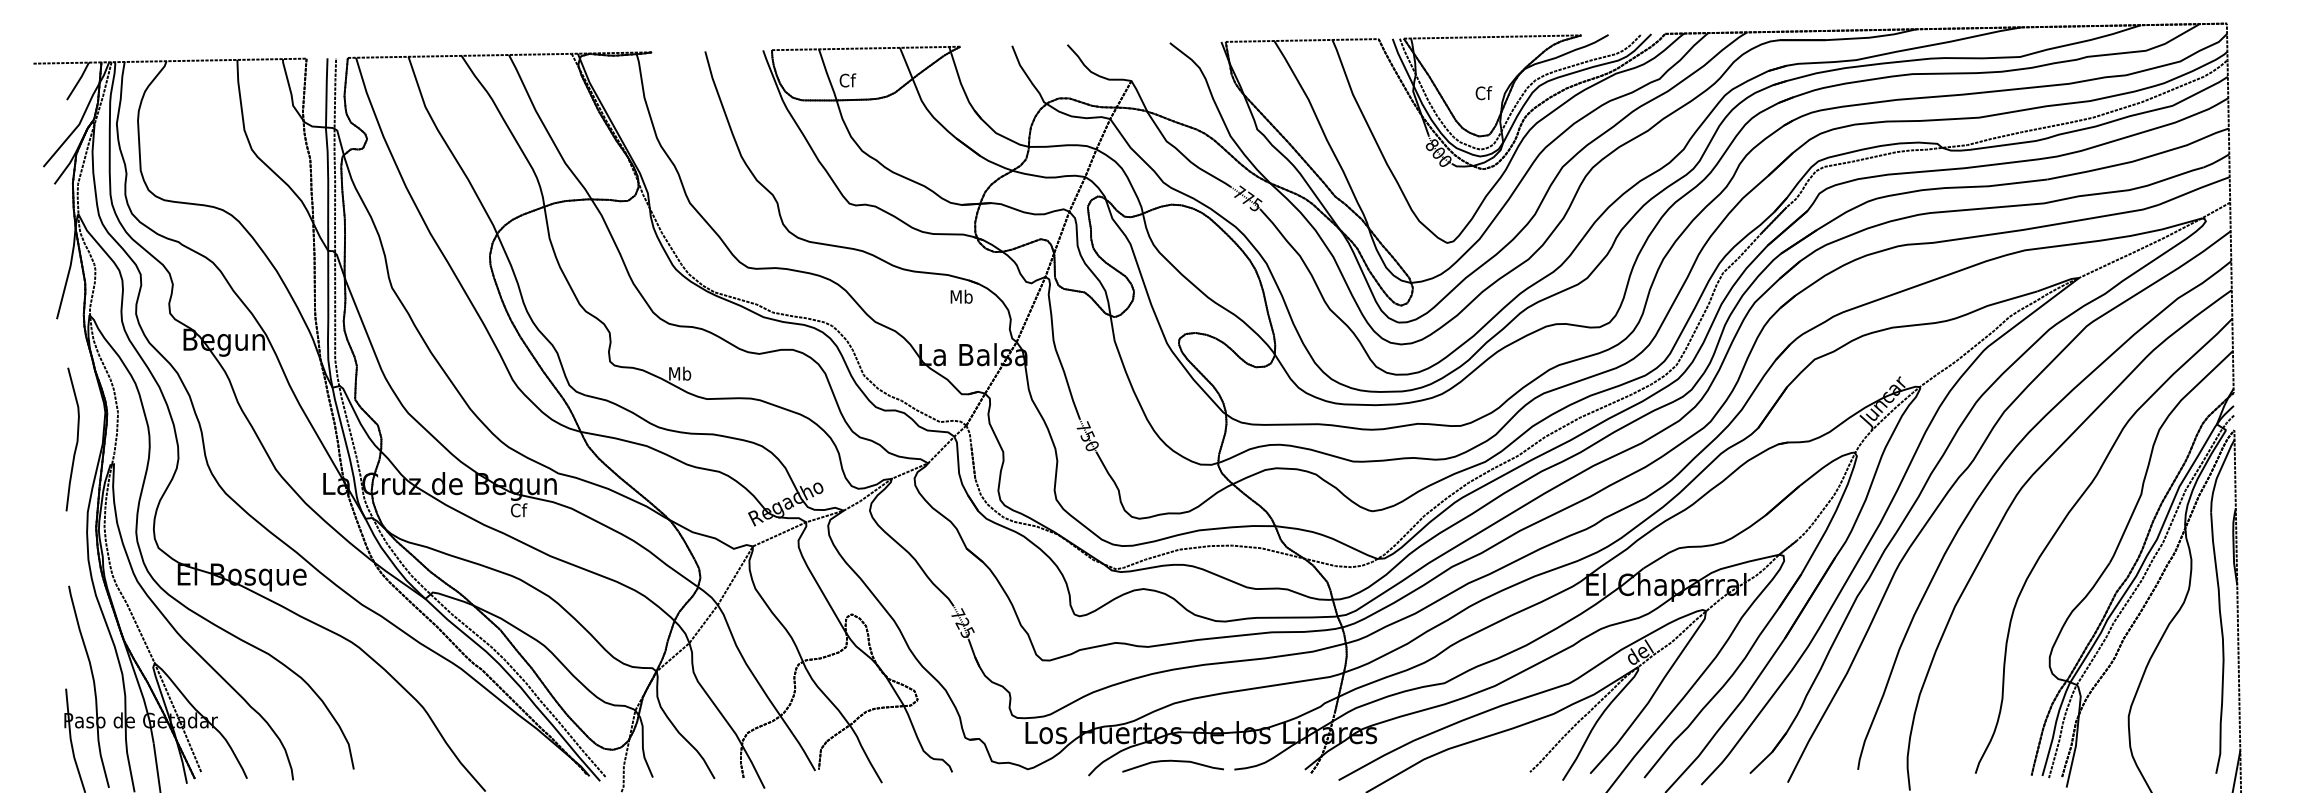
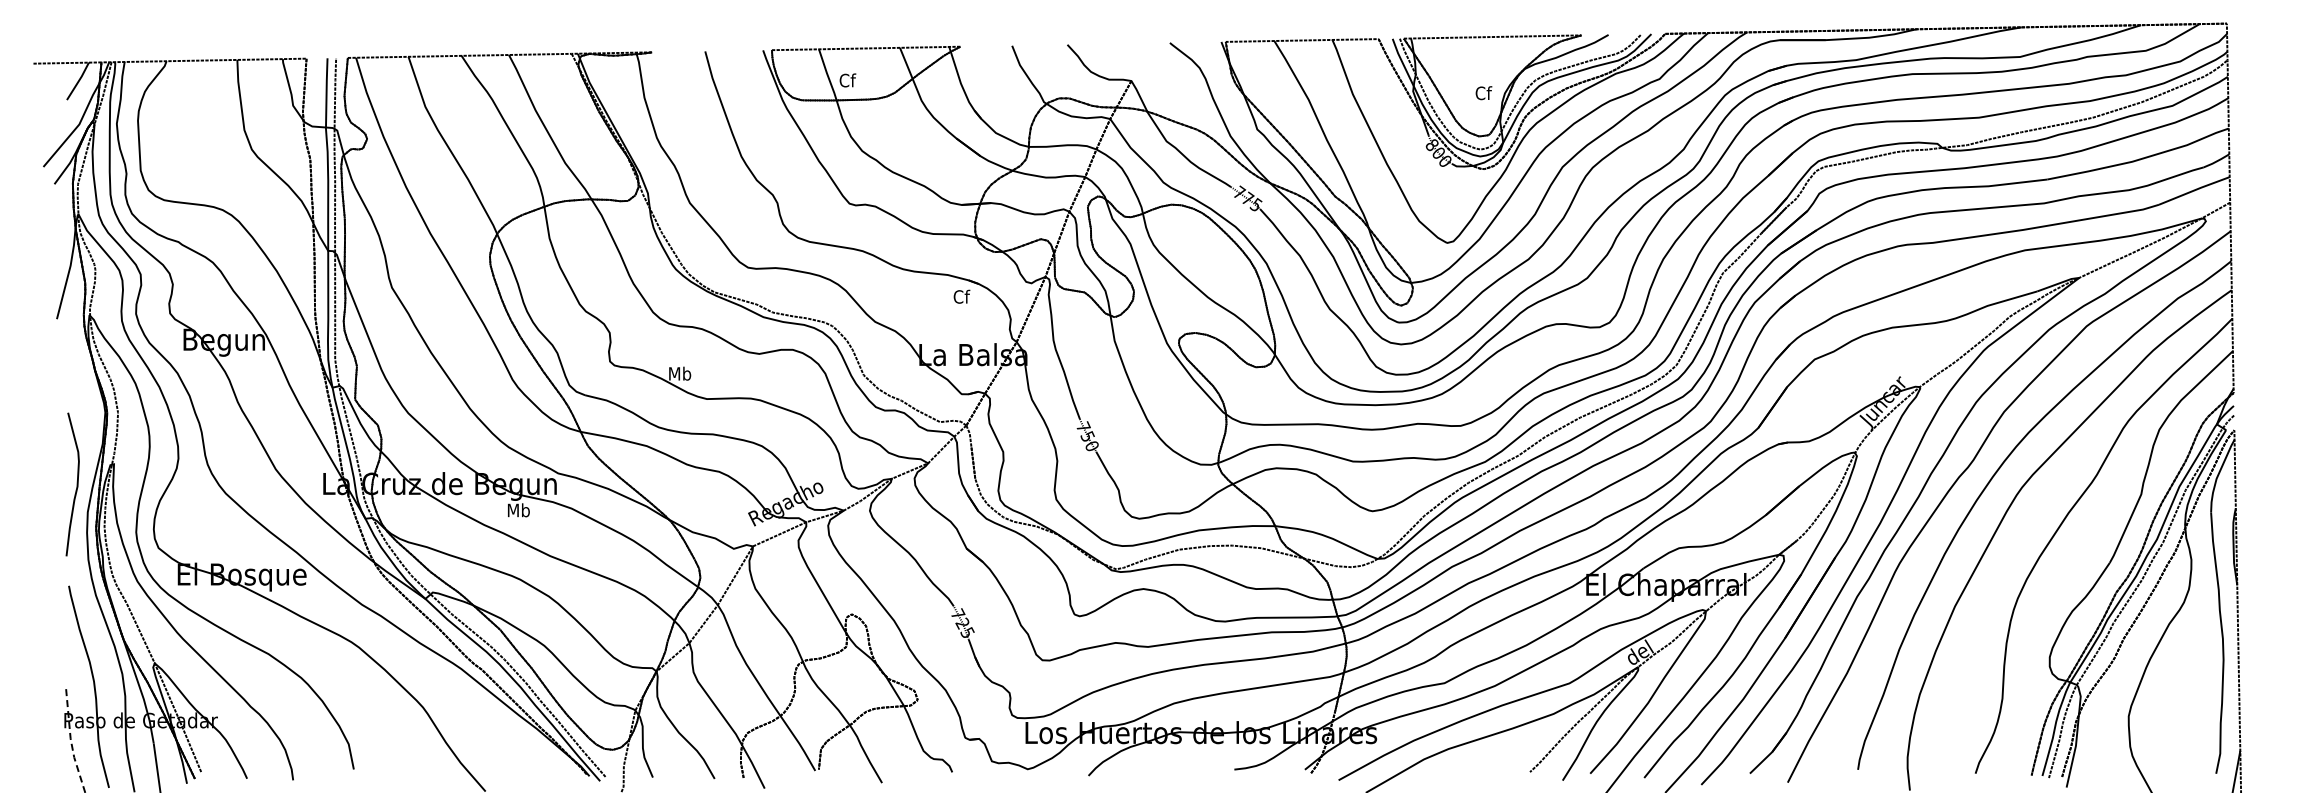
text at (961, 296): Mb -> Cf
curve at (76, 439) position: (76, 439) -> (76, 484)
text at (518, 510): Cf -> Mb
line at (71, 741): solid -> dashed
curve at (1172, 761): present -> none
